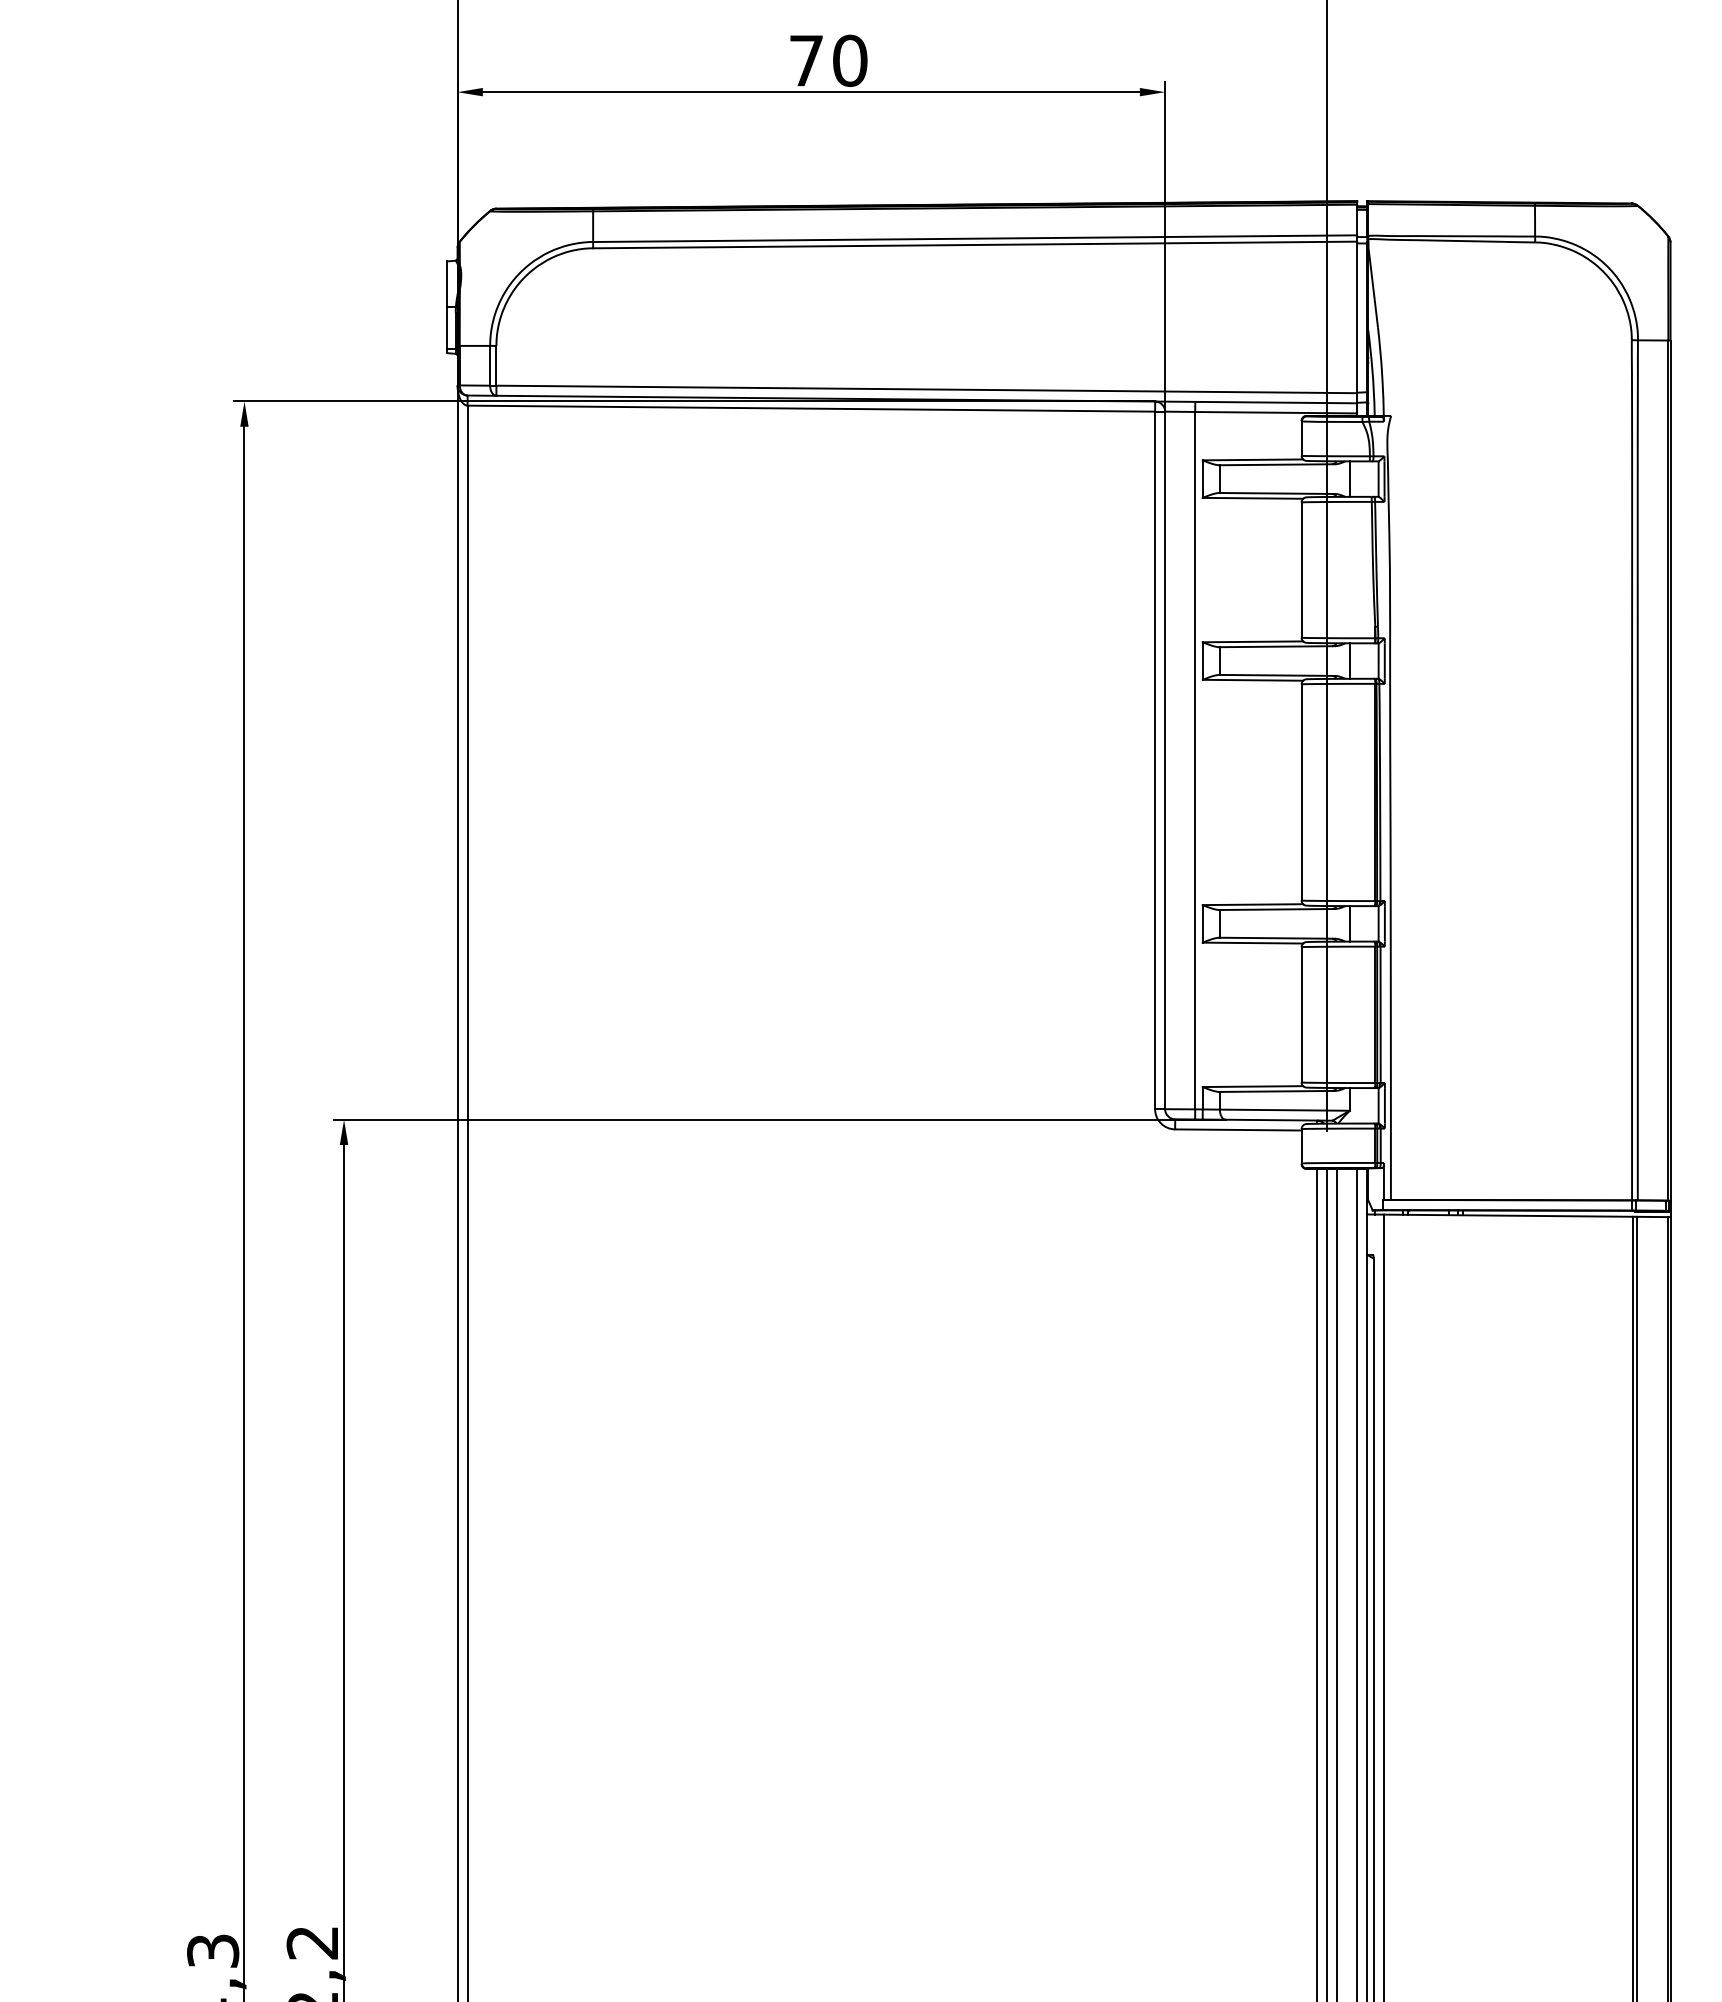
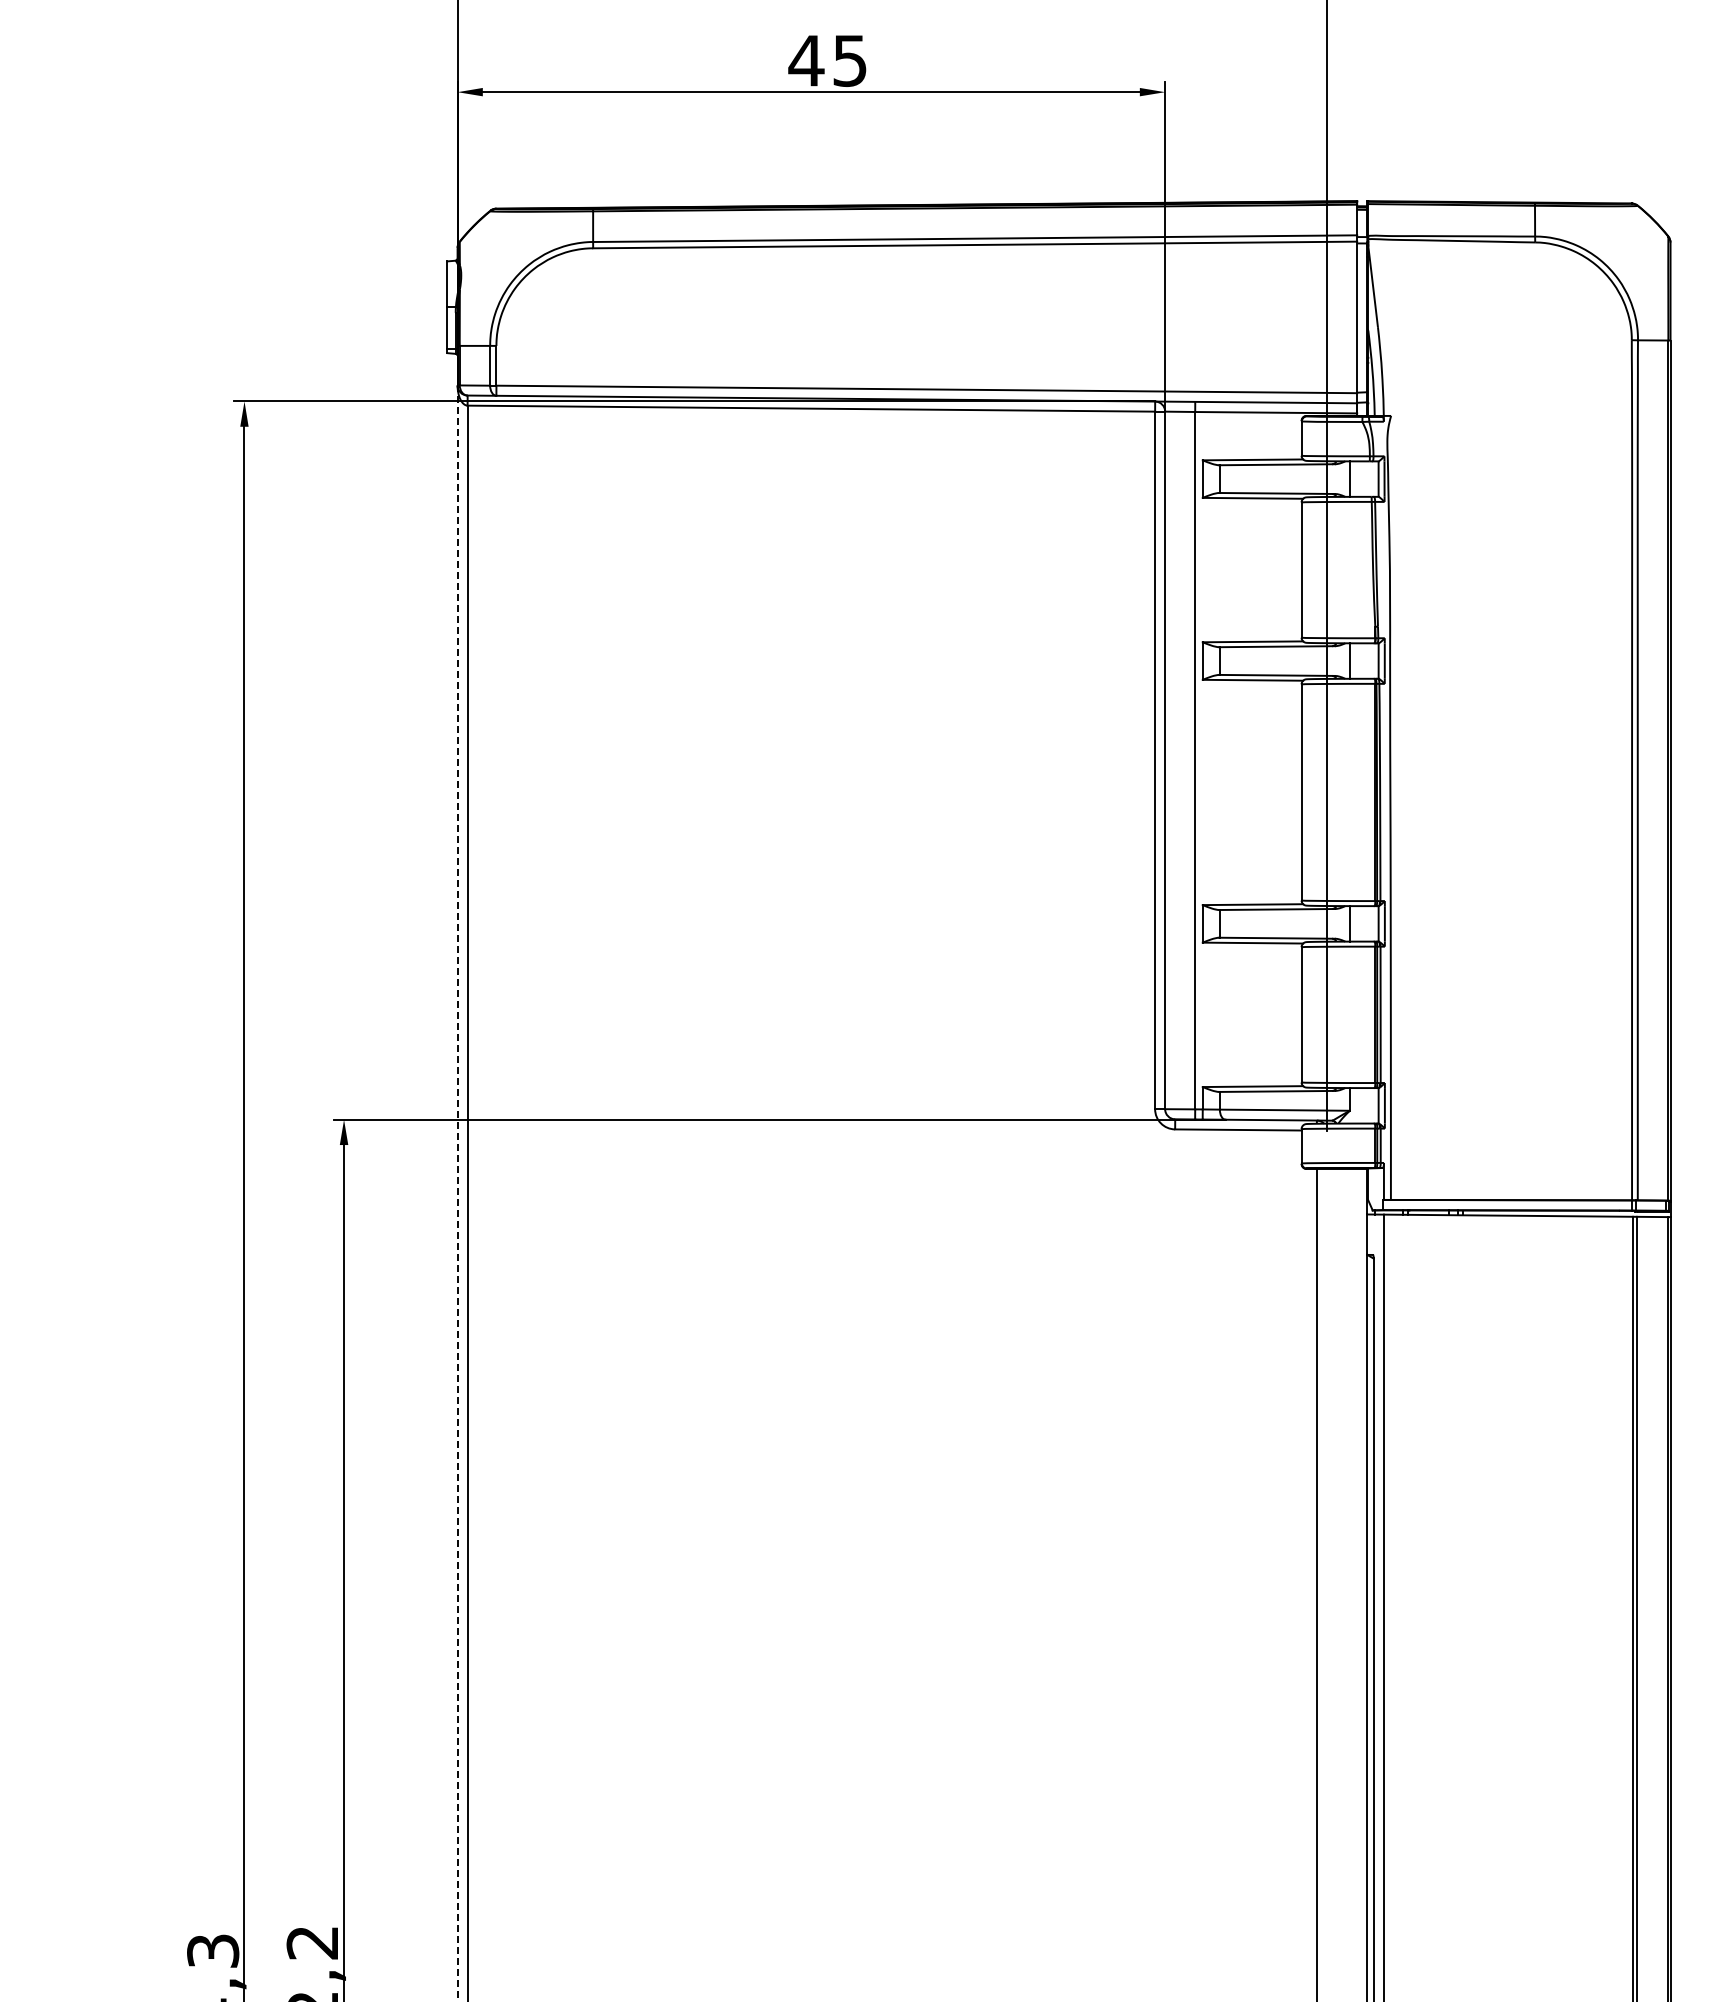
text at (827, 60): 70 -> 45
line at (457, 1193): solid -> dashed
line at (1326, 1583): present -> none
line at (1336, 1583): present -> none
line at (1357, 1583): present -> none
